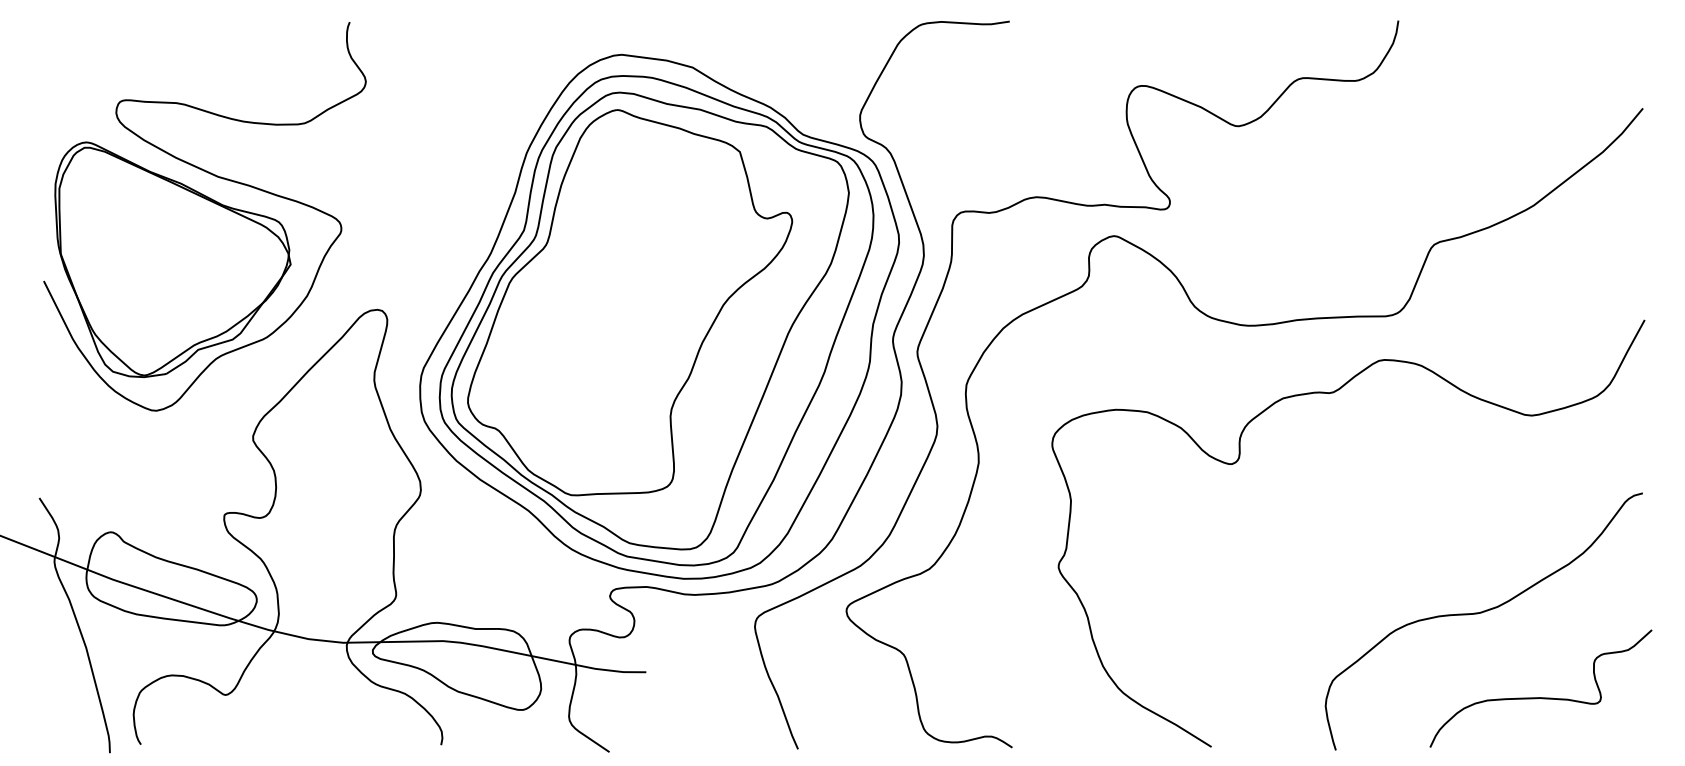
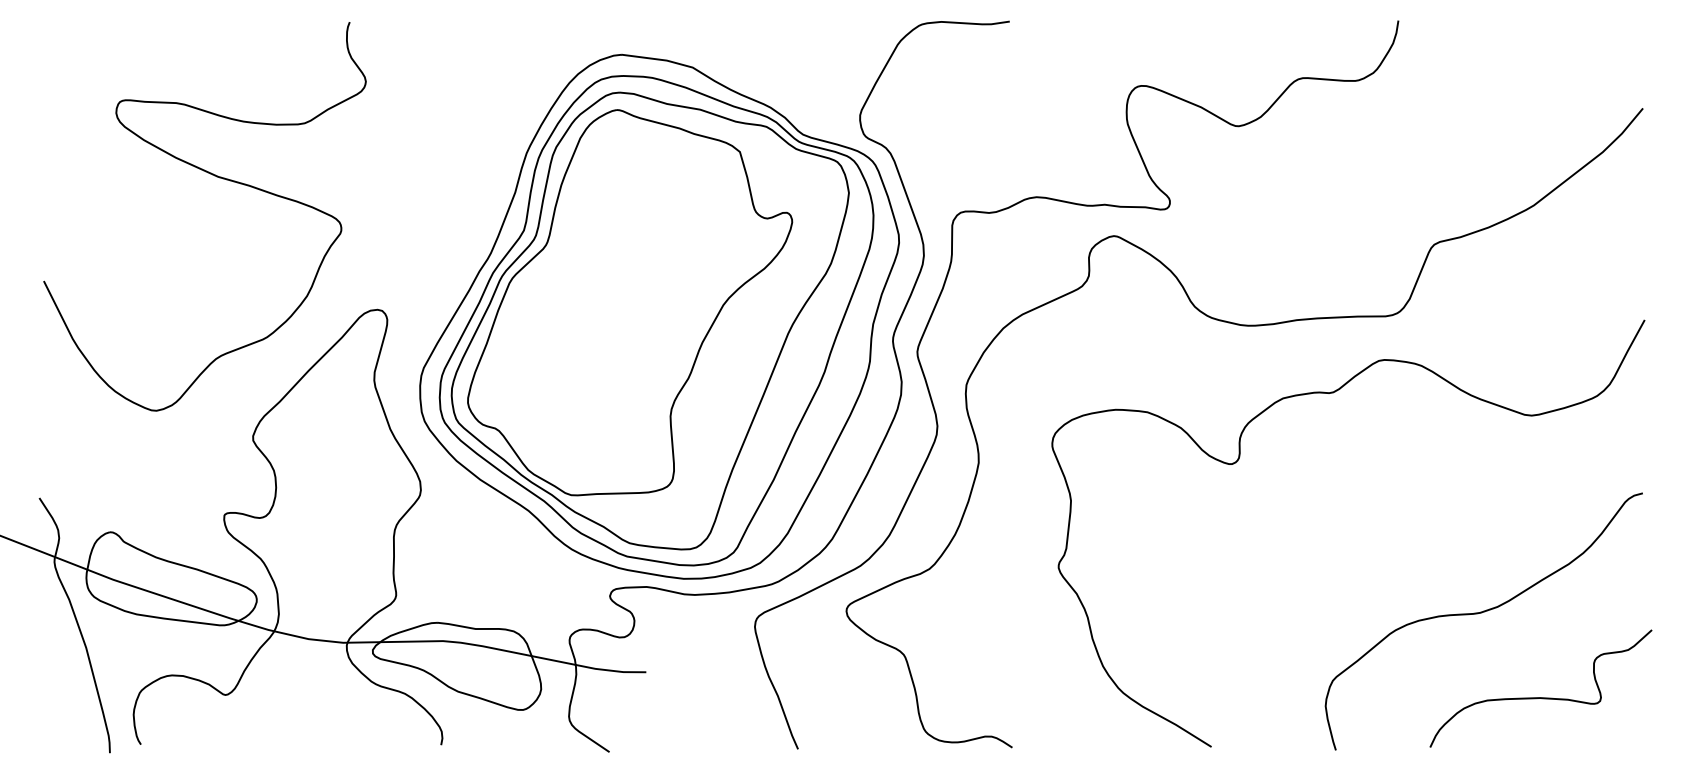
part at (172, 259): present -> none
